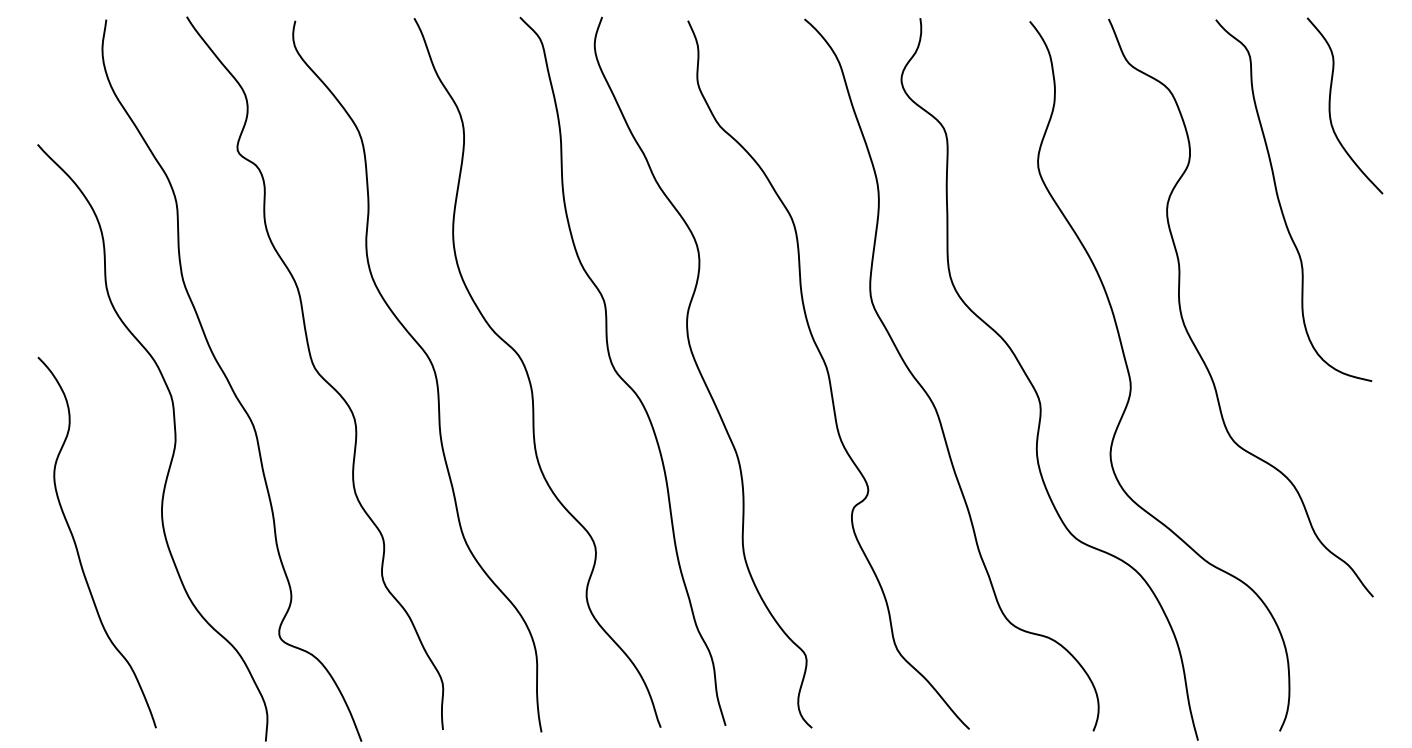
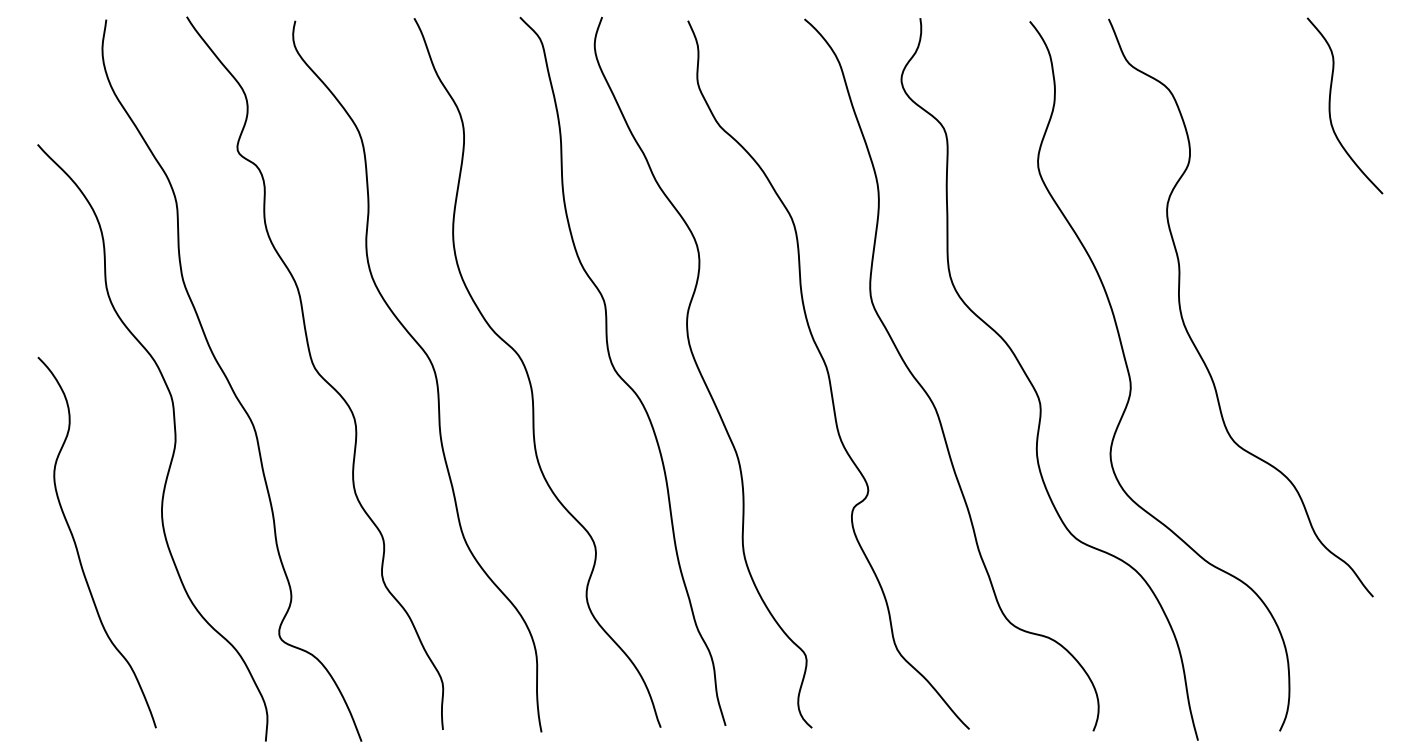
curve at (1281, 205): present -> none
